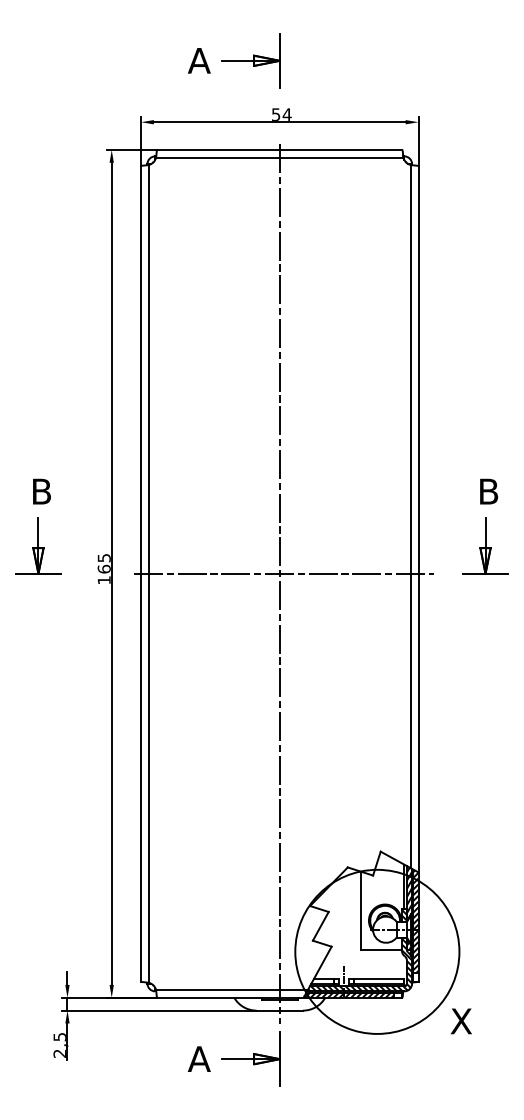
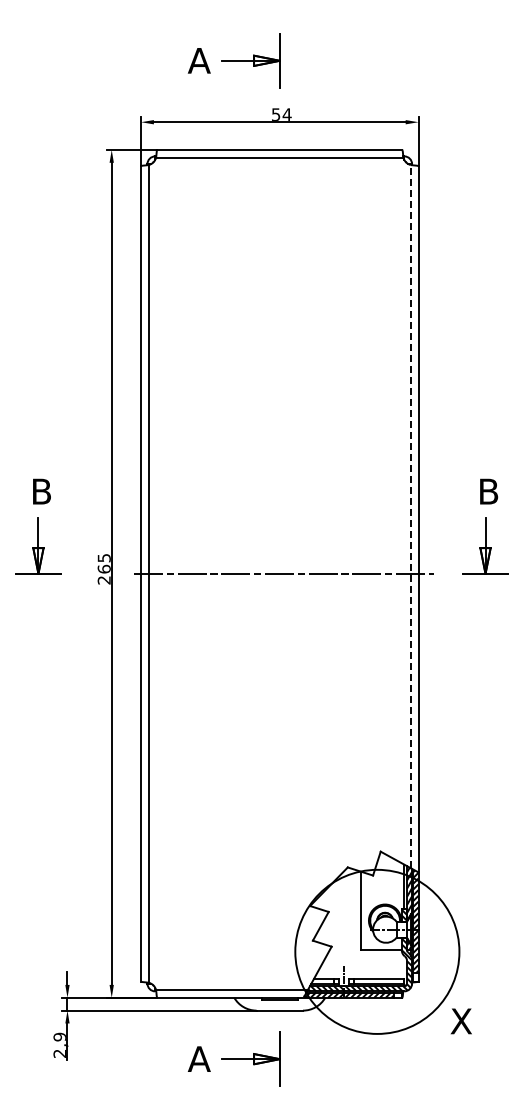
line at (410, 516): solid -> dashed
text at (103, 580): 165 -> 265
line at (279, 583): present -> none
text at (59, 1036): 2,5 -> 2,9
